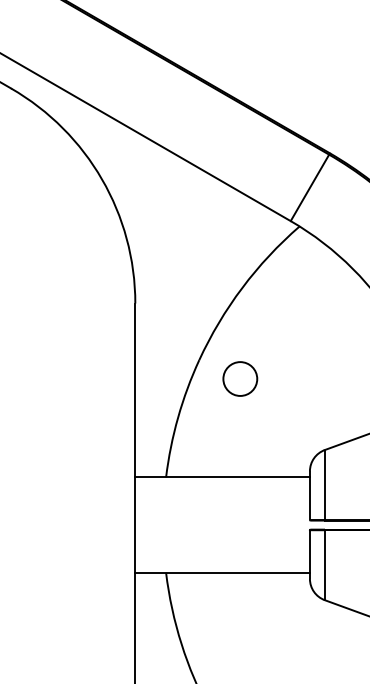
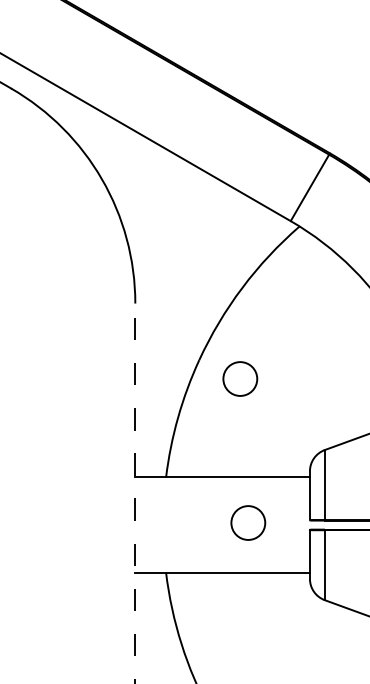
line at (135, 493): solid -> dashed
circle at (248, 522): none -> present
